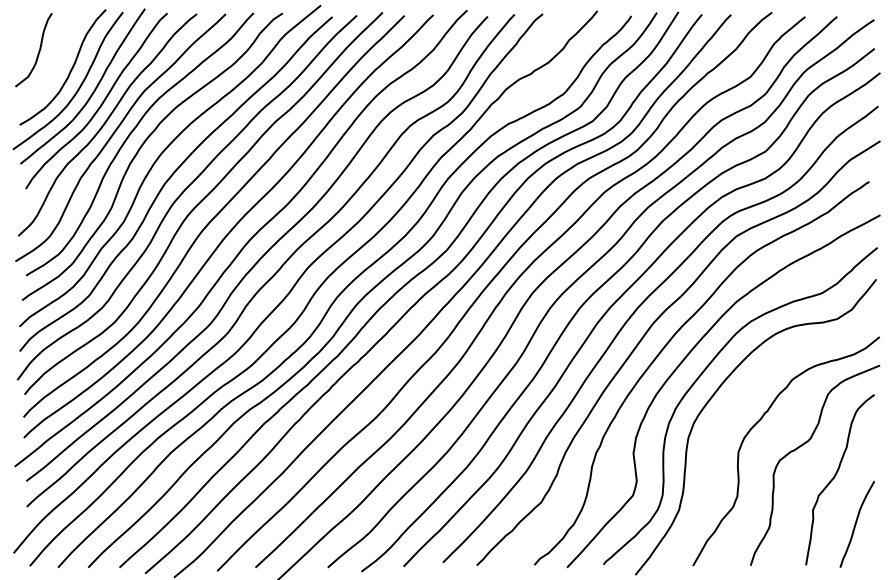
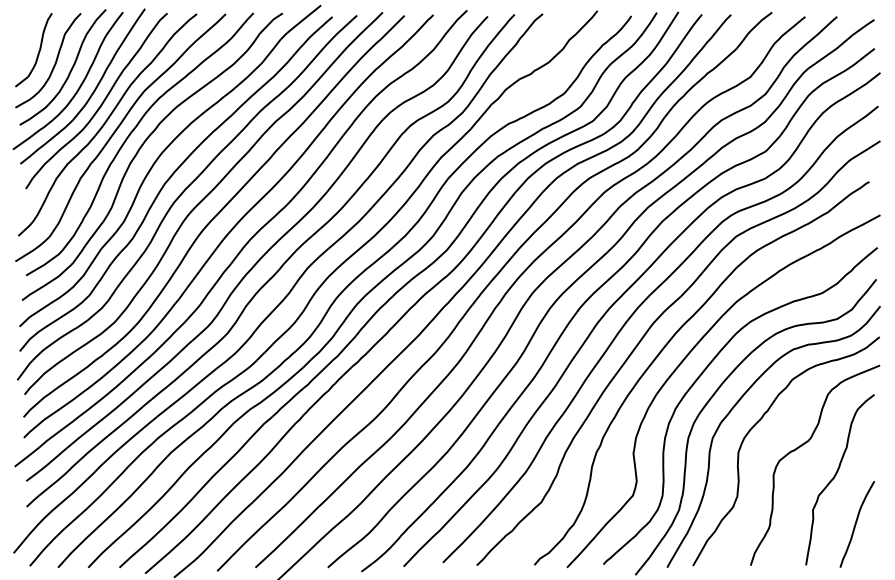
curve at (54, 63): none -> present
curve at (736, 405): none -> present
